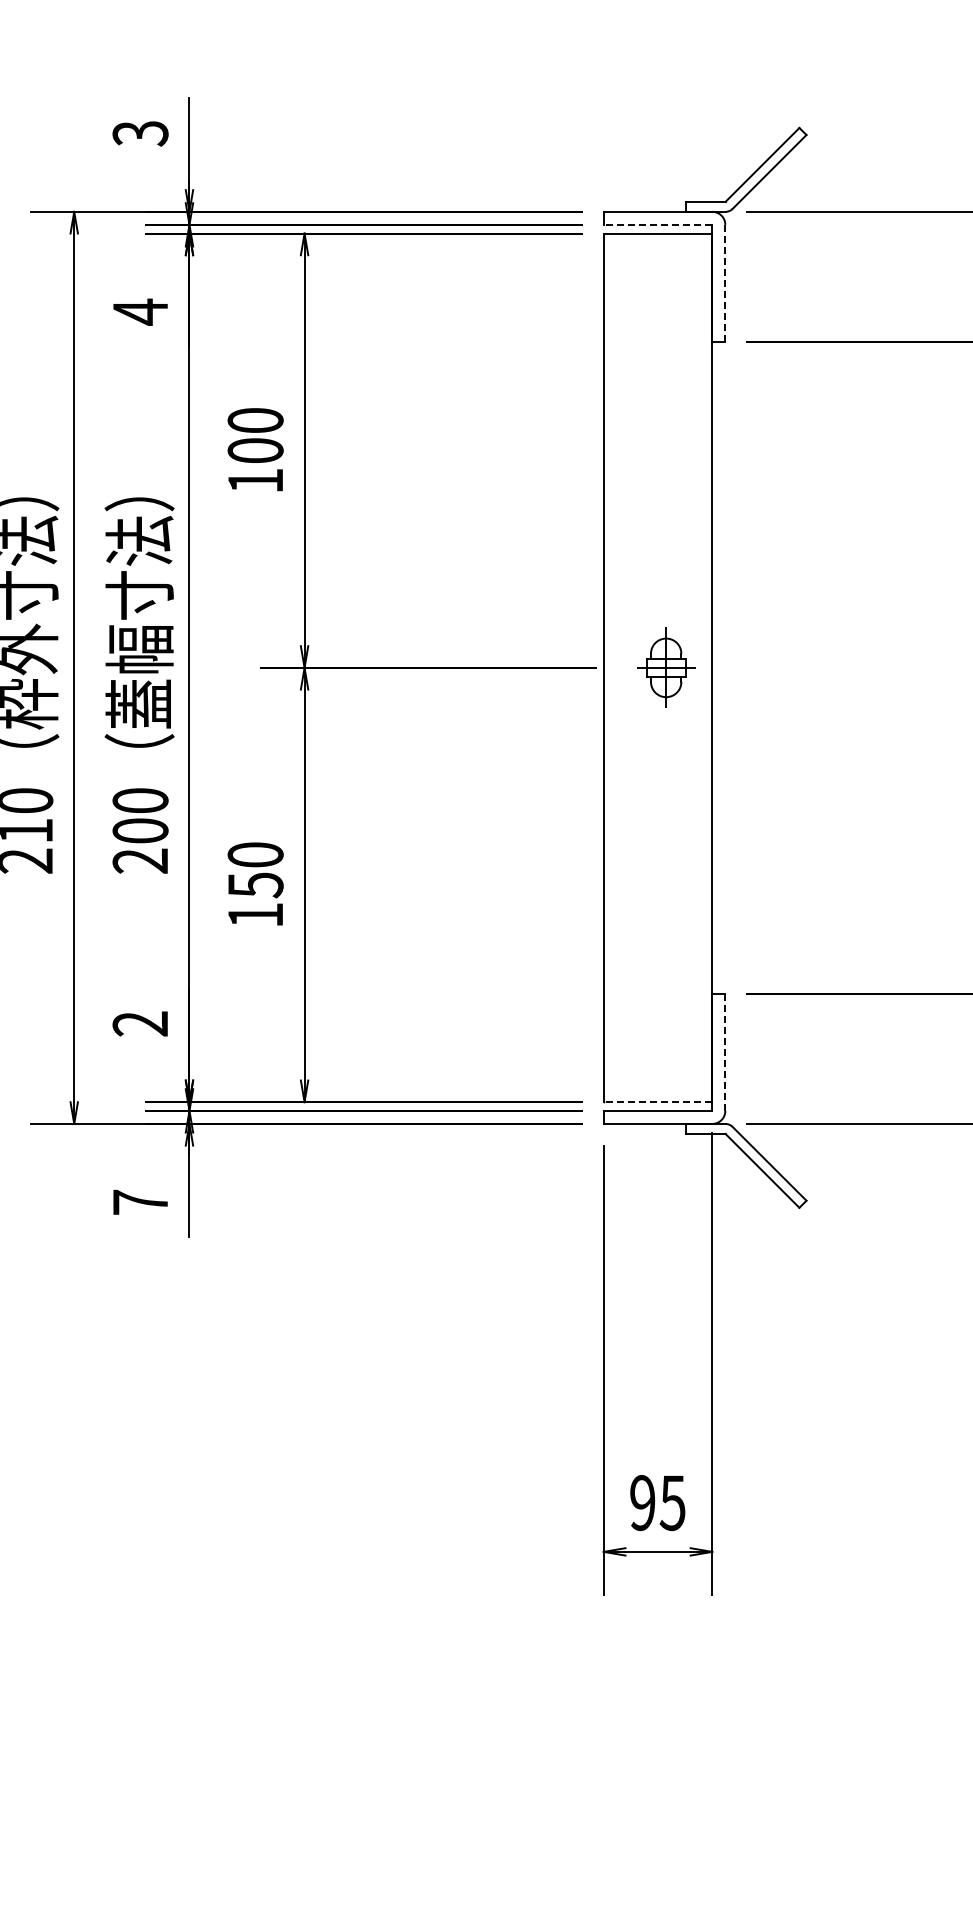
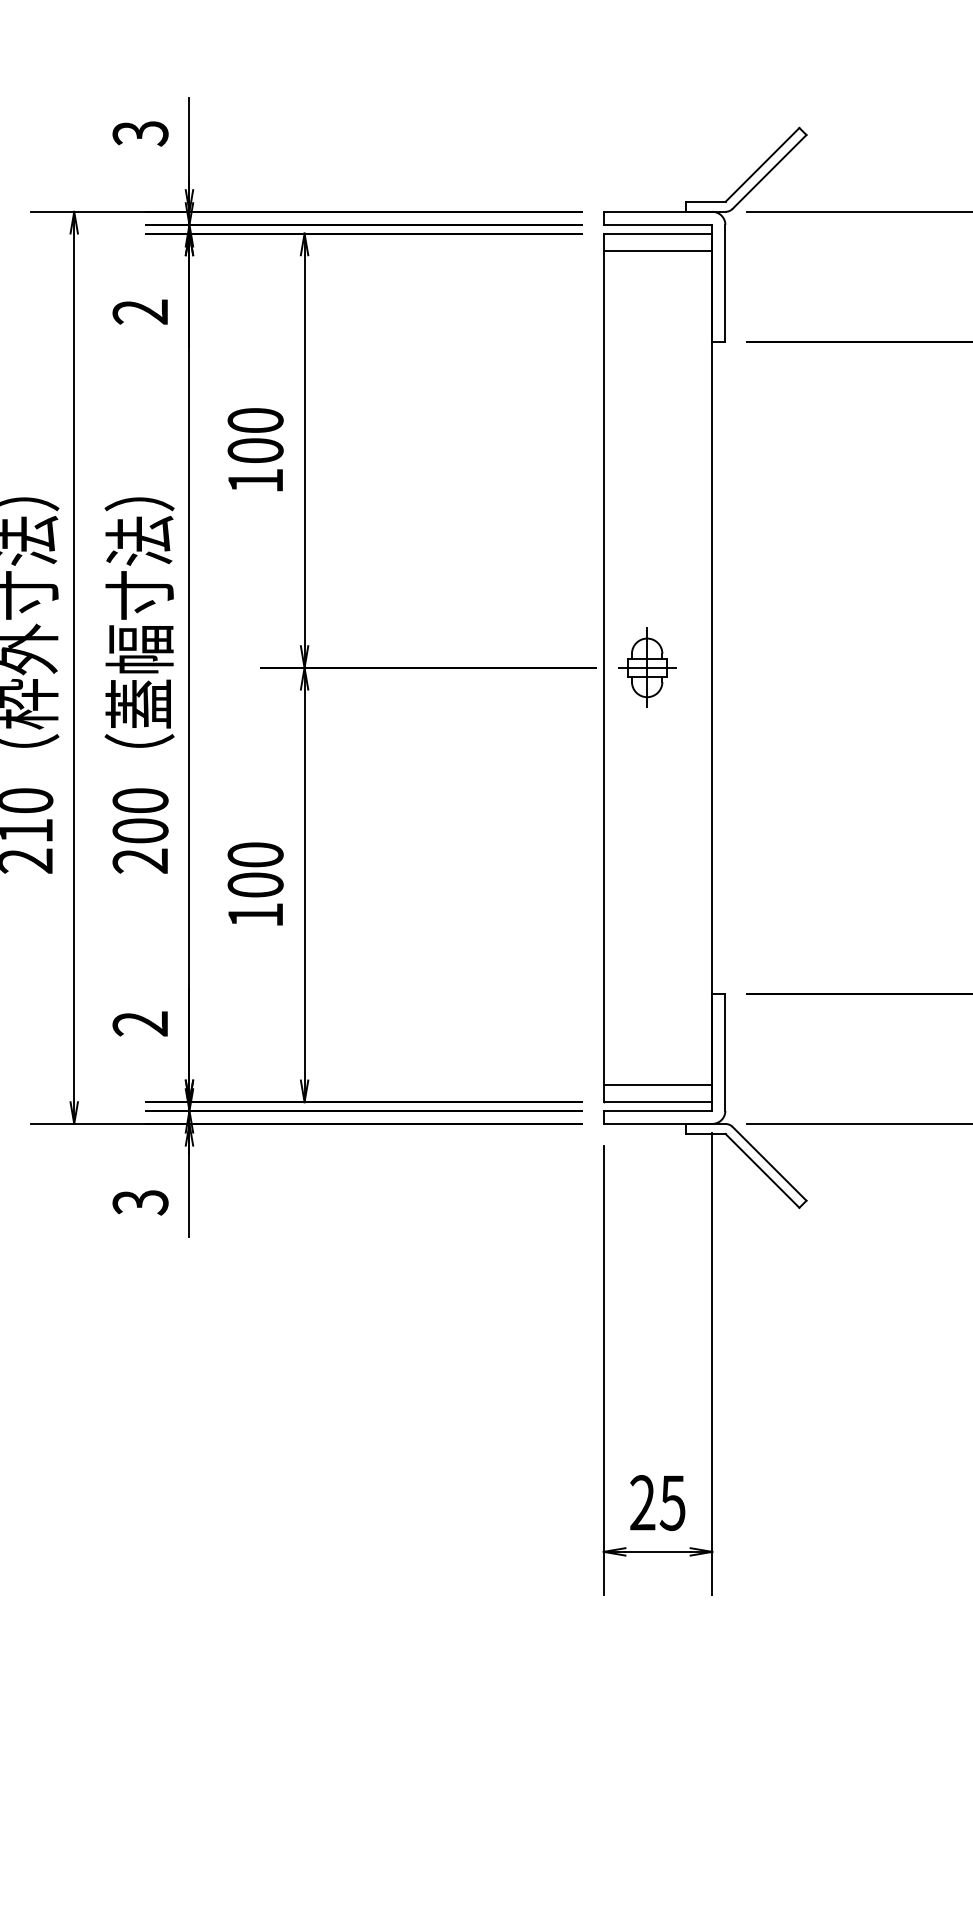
line at (657, 224): dashed -> solid
line at (657, 250): none -> present
line at (725, 283): dashed -> solid
text at (139, 311): 4 -> 2
part at (666, 667) position: (666, 667) -> (647, 667)
text at (255, 885): 150 -> 100
line at (725, 1052): dashed -> solid
line at (657, 1084): none -> present
line at (657, 1102): dashed -> solid
text at (140, 1202): 7 -> 3
text at (642, 1503): 95 -> 25
